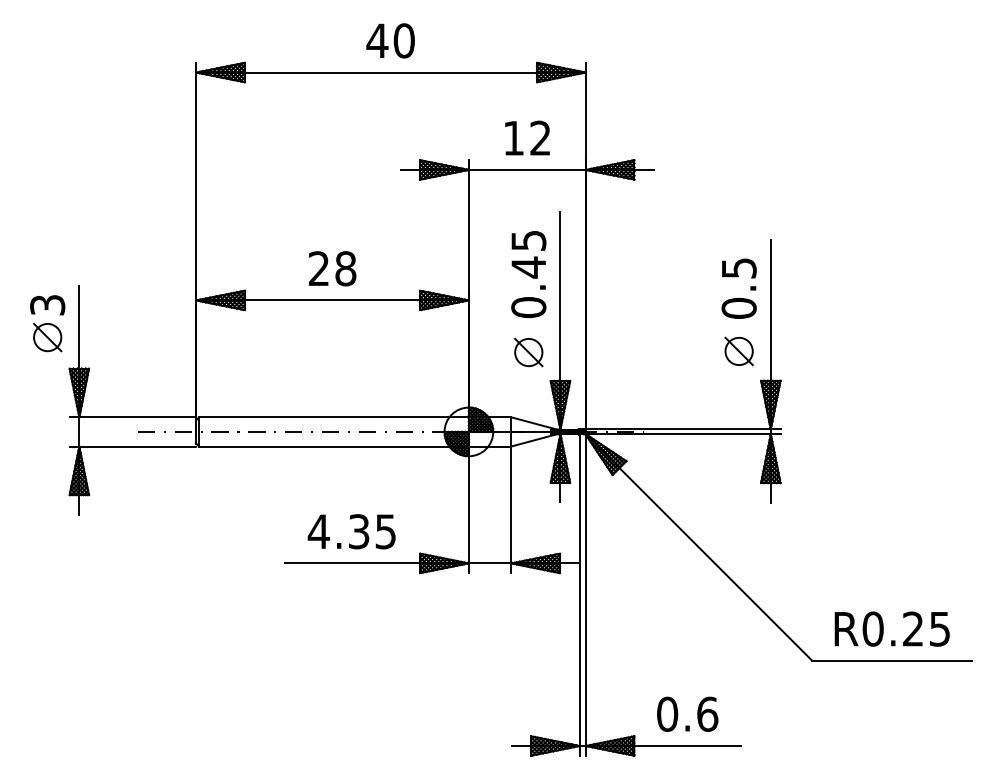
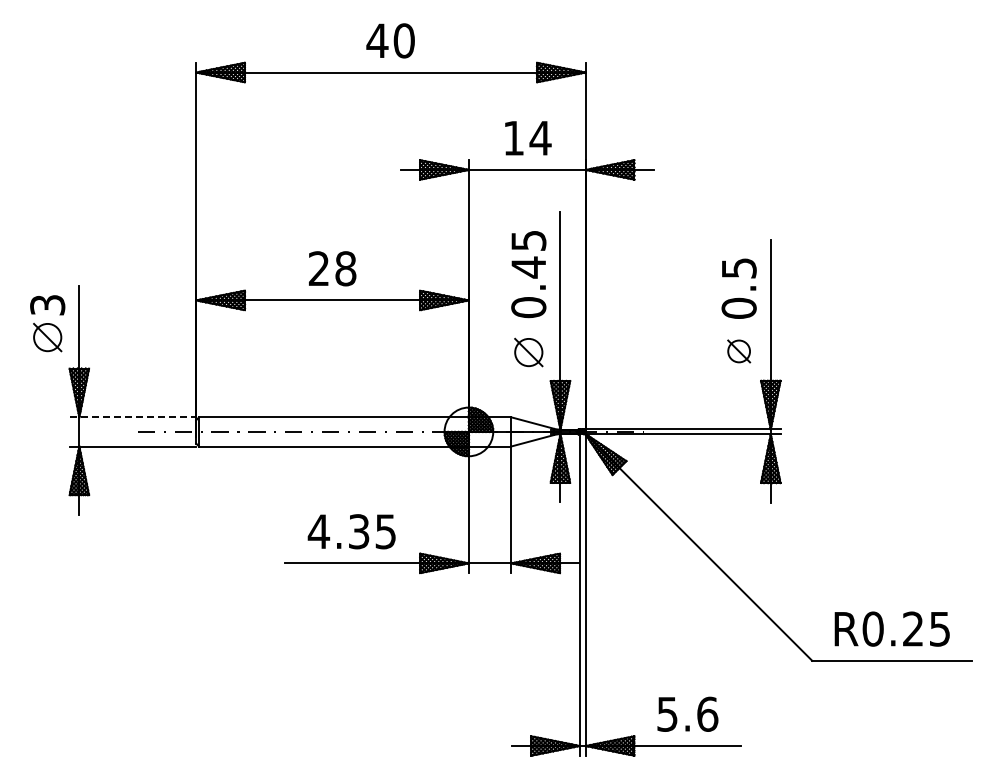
text at (540, 137): 12 -> 14
part at (738, 351) size: 30x31 px -> 25x25 px
line at (133, 417): solid -> dashed
text at (667, 713): 0.6 -> 5.6
